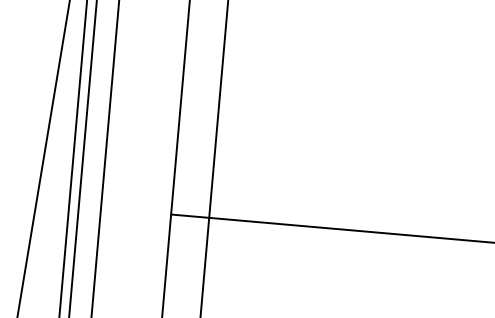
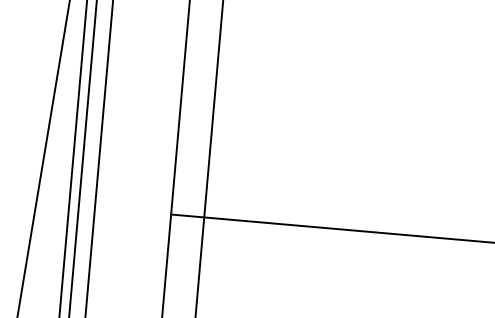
line at (105, 158) position: (105, 158) -> (98, 158)
line at (214, 158) position: (214, 158) -> (209, 158)
